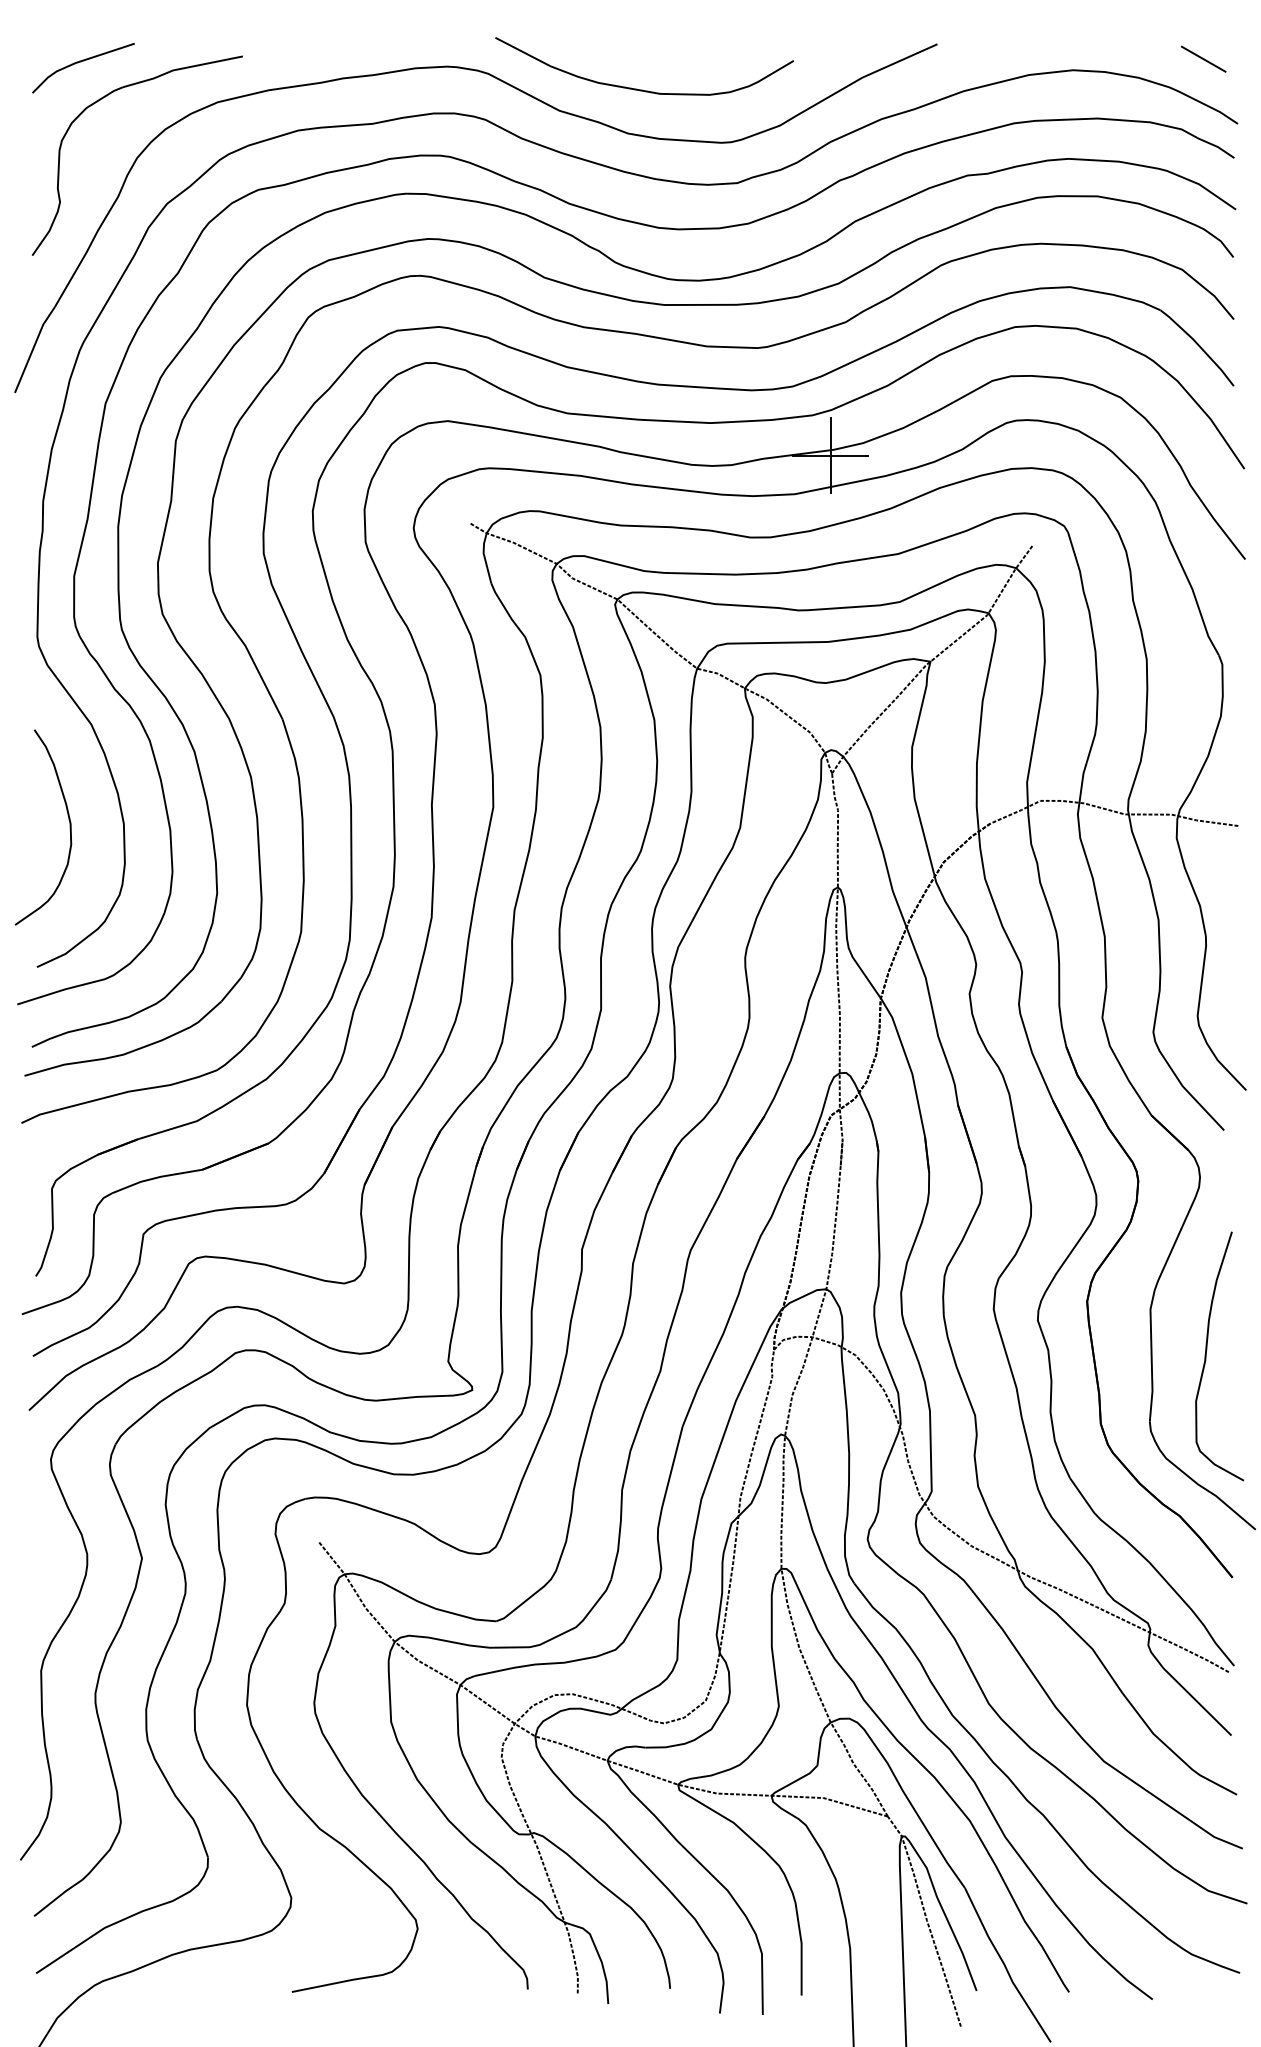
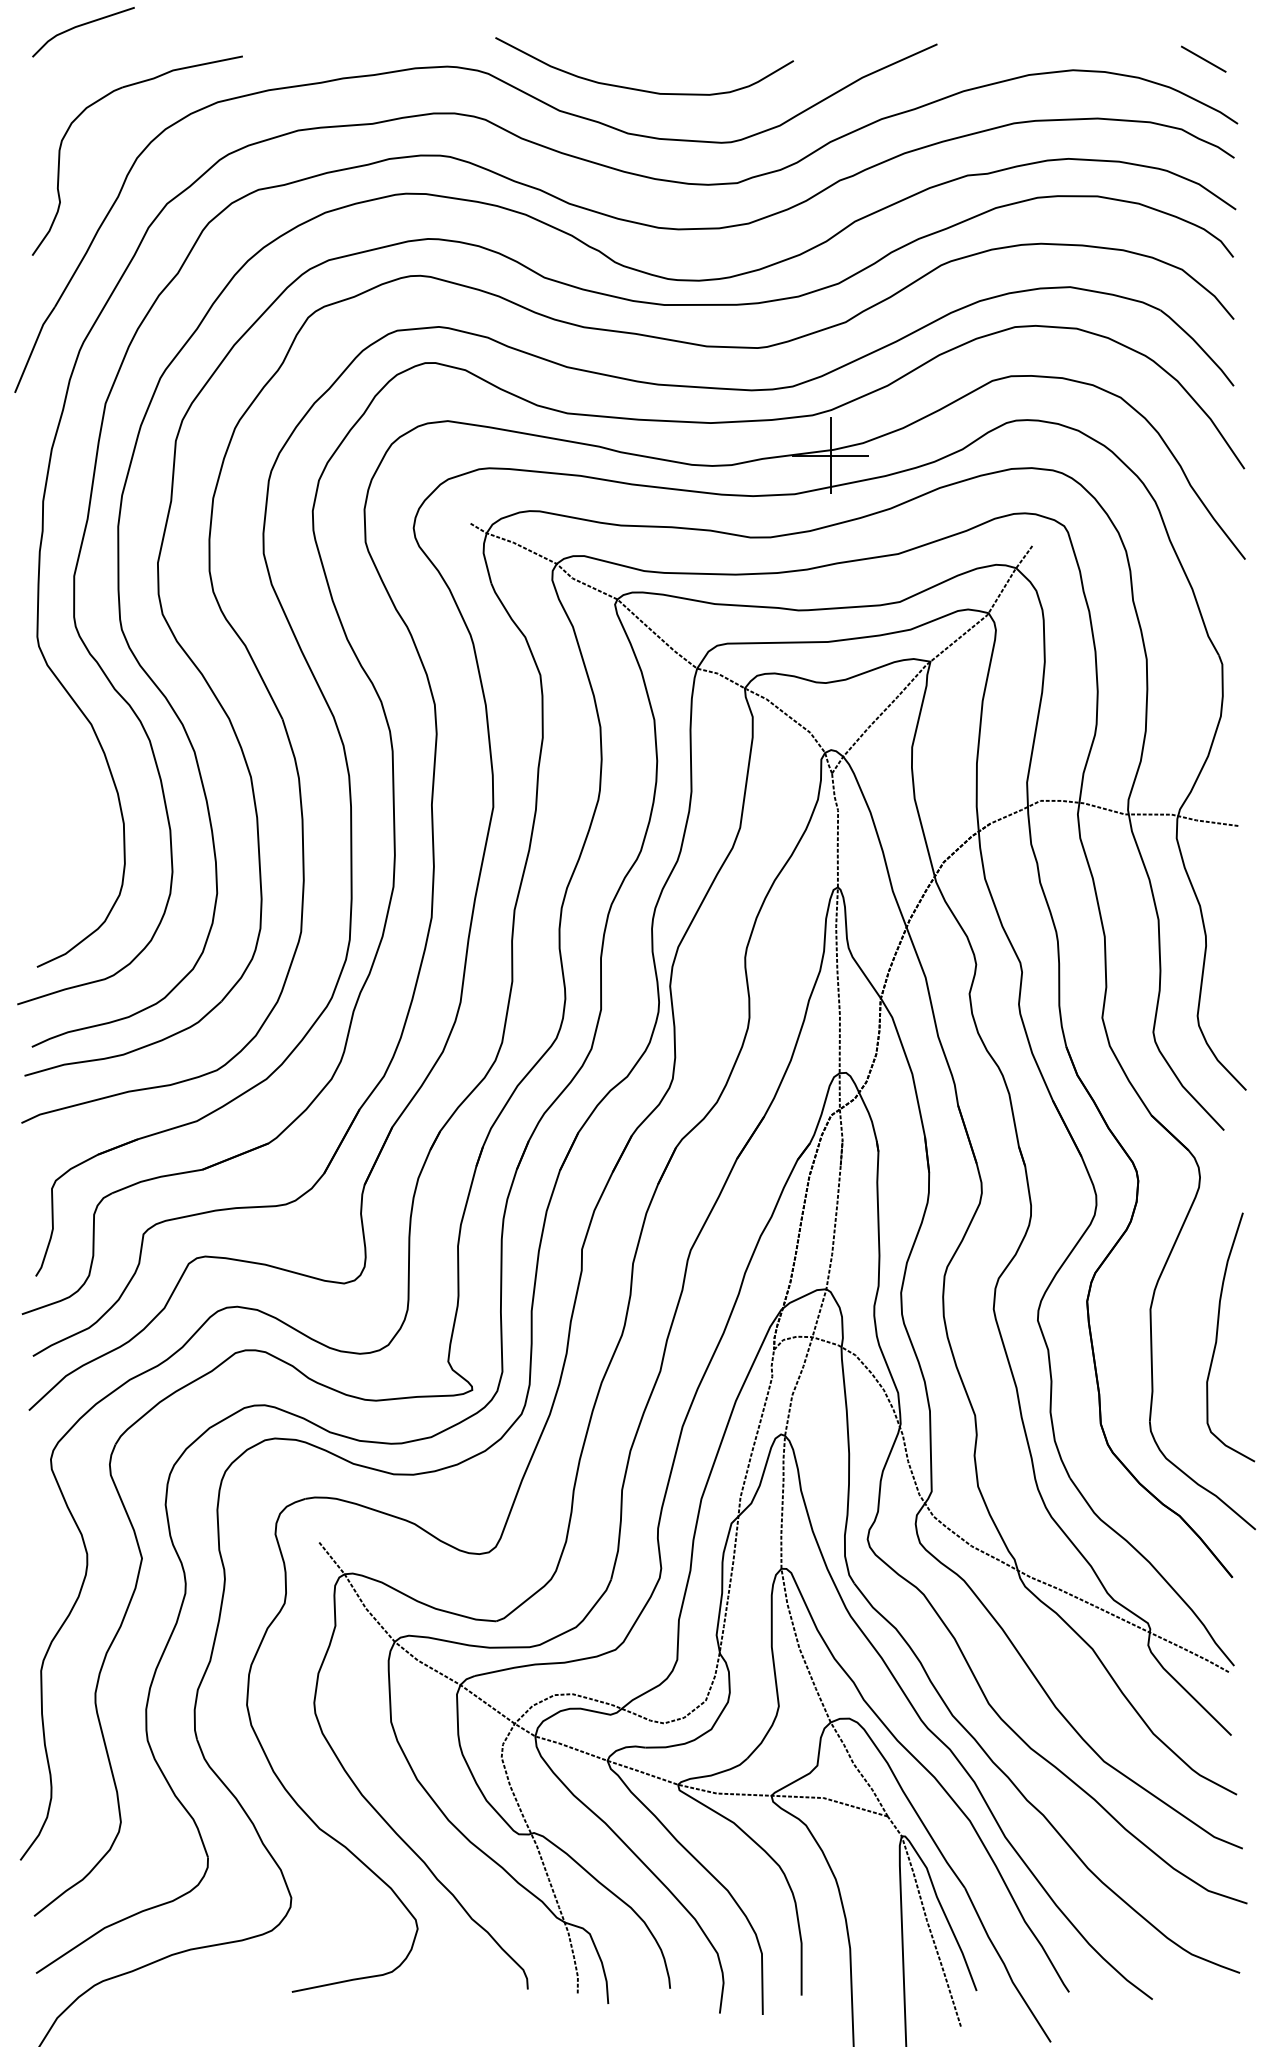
line at (81, 62) position: (81, 62) -> (81, 26)
curve at (68, 820): present -> none
curve at (1206, 1356) position: (1206, 1356) -> (1217, 1337)
